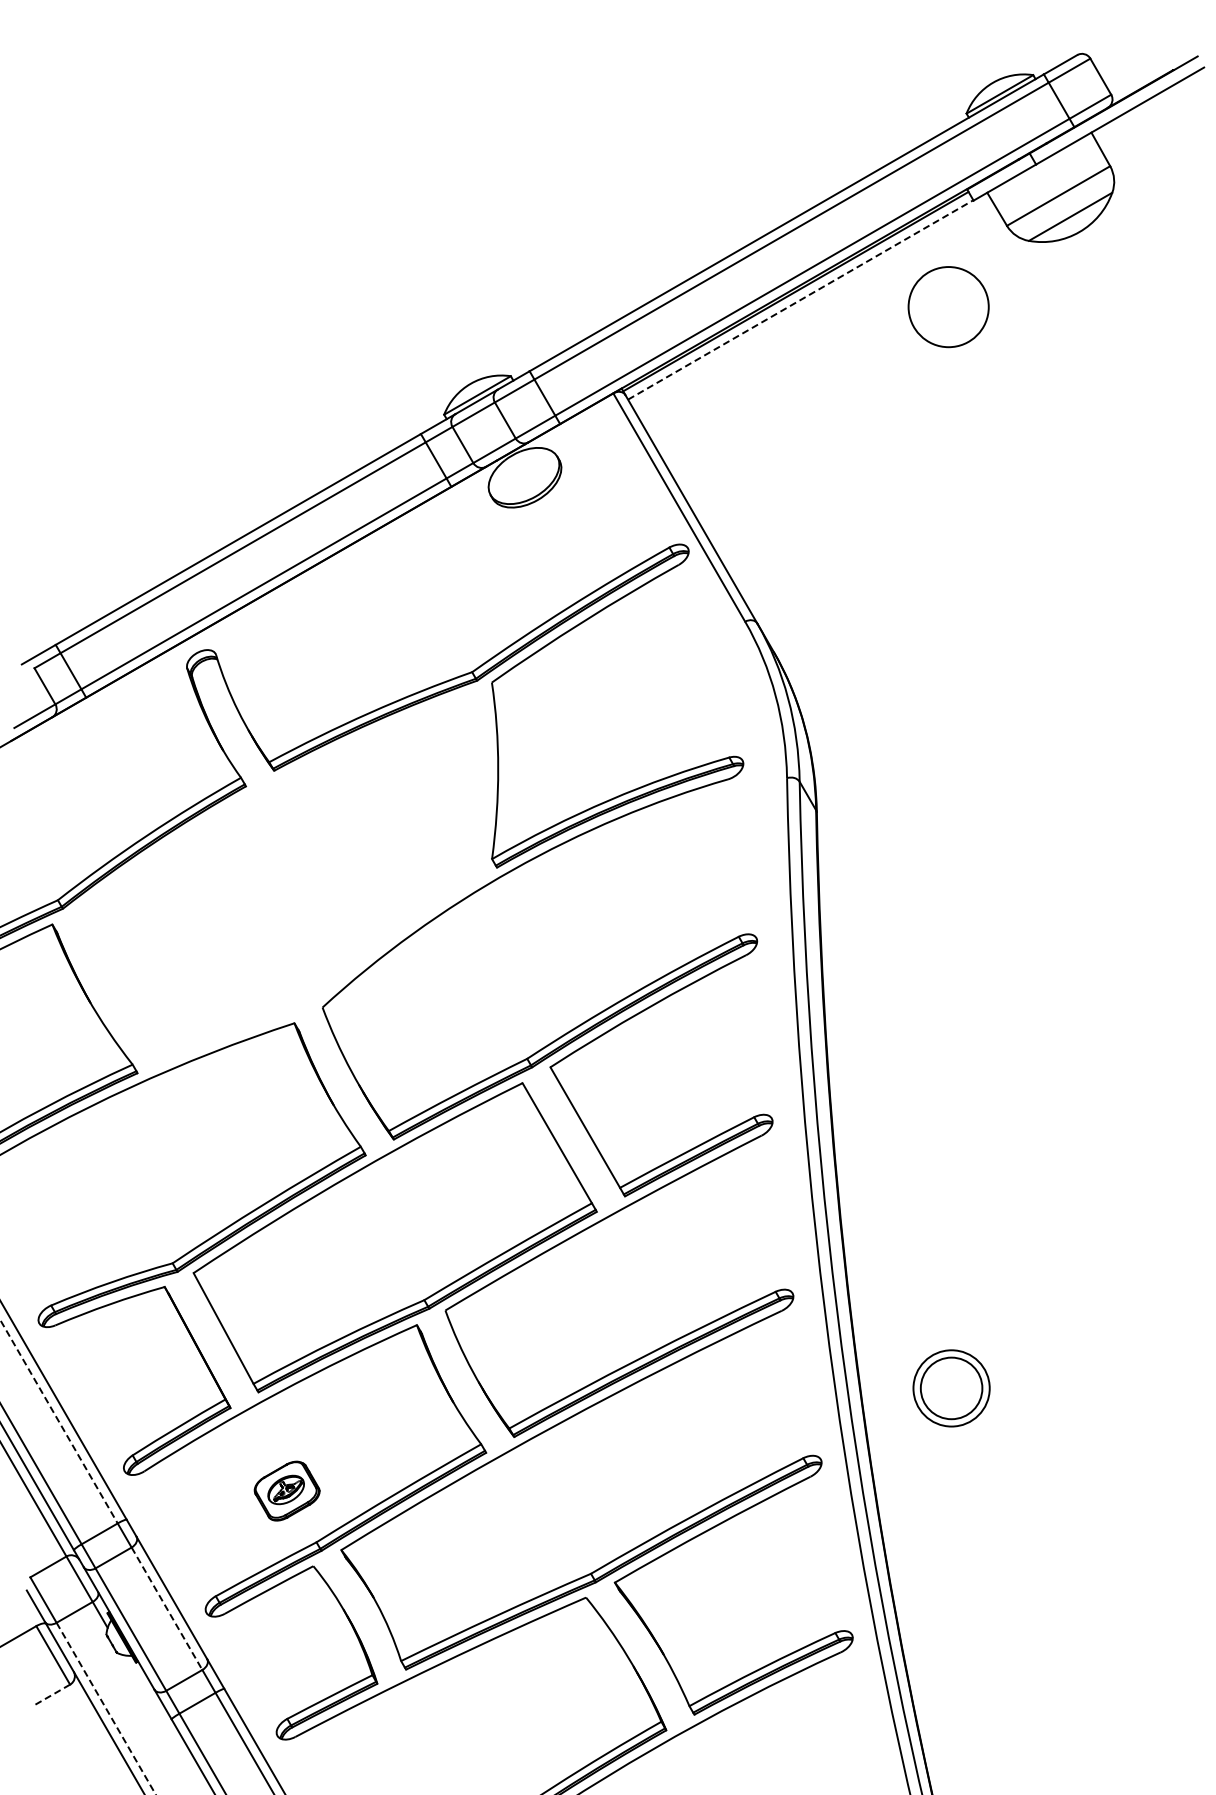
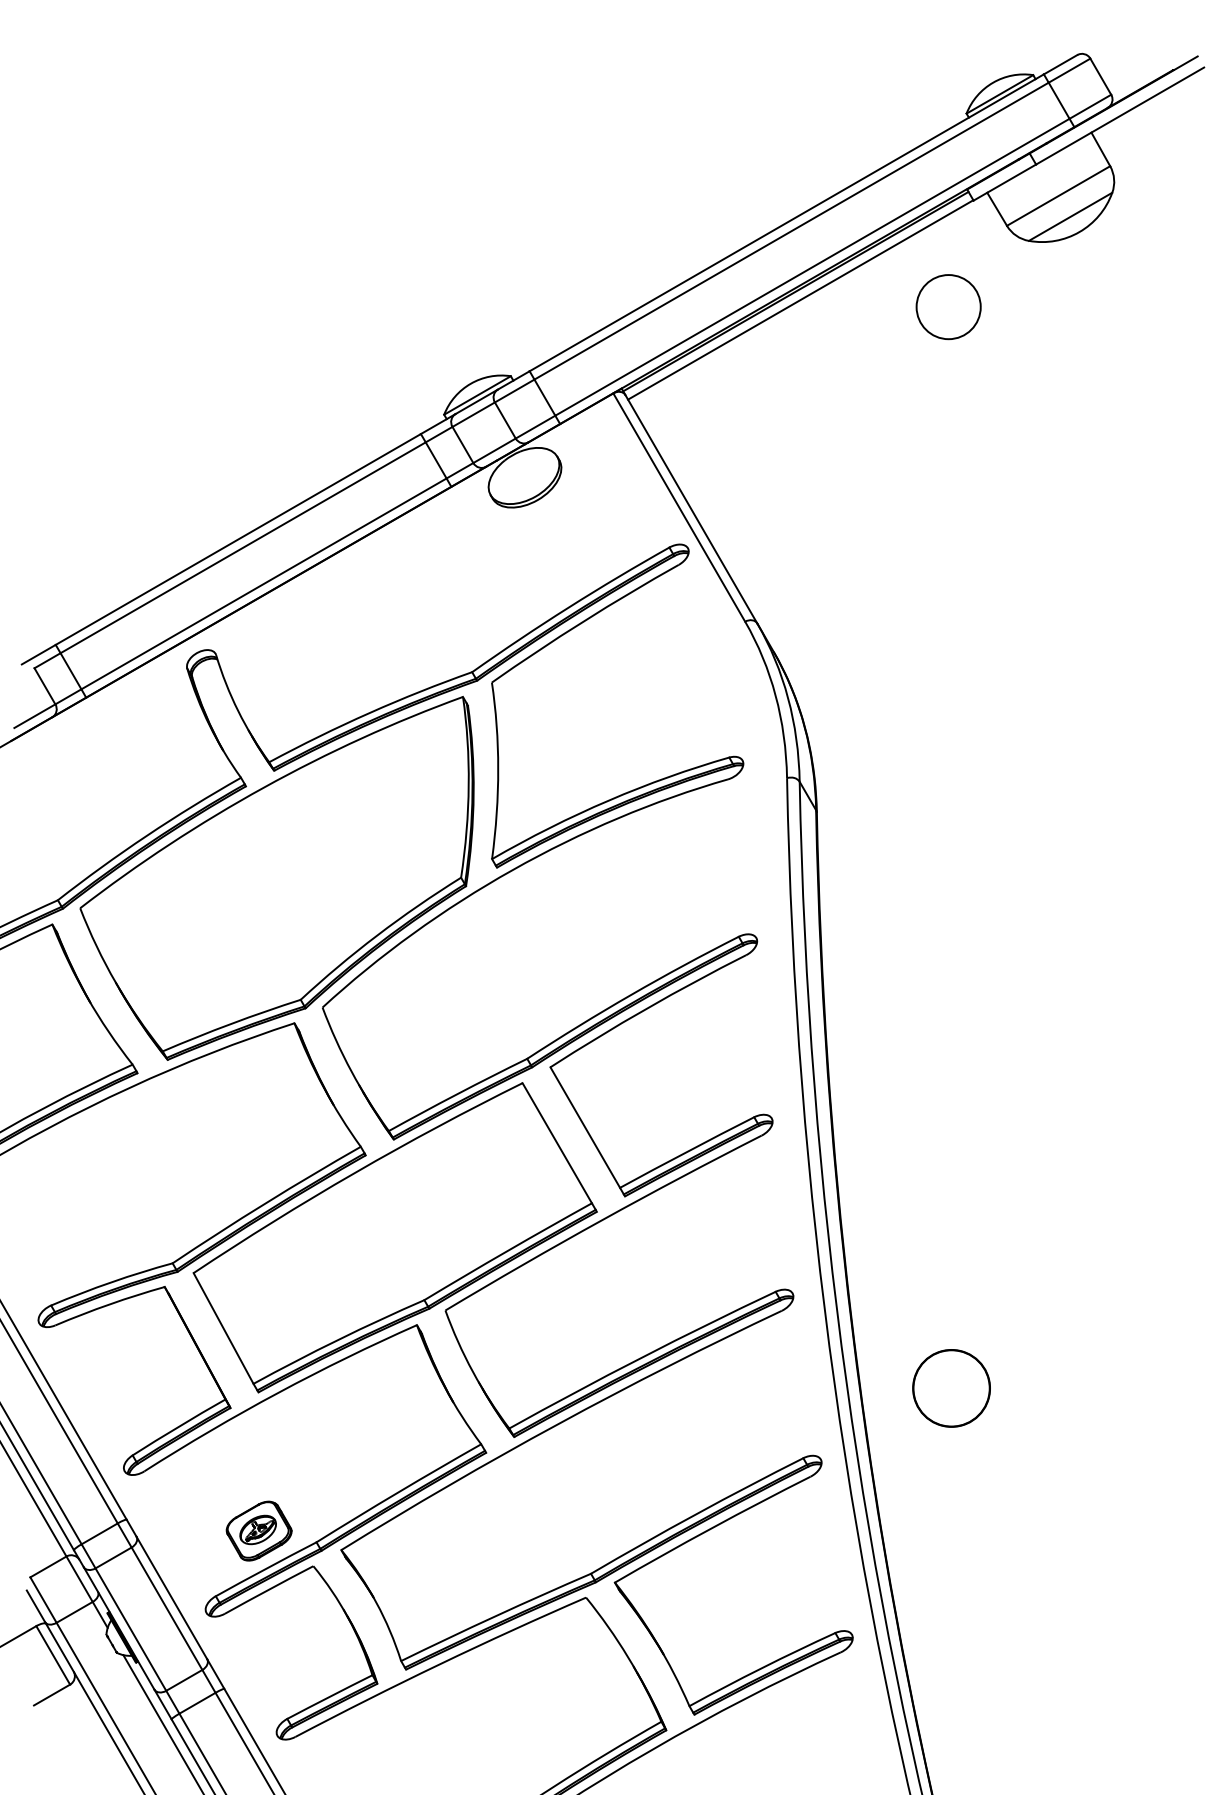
line at (801, 299): dashed -> solid
circle at (948, 307) diameter: 80 px -> 64 px
part at (276, 878): none -> present
circle at (951, 1388) diameter: 62 px -> 77 px
line at (59, 1422): dashed -> solid
part at (286, 1490) position: (286, 1490) -> (258, 1530)
line at (167, 1608): dashed -> solid
line at (52, 1695): dashed -> solid
line at (106, 1709): dashed -> solid
line at (162, 1723): none -> present
